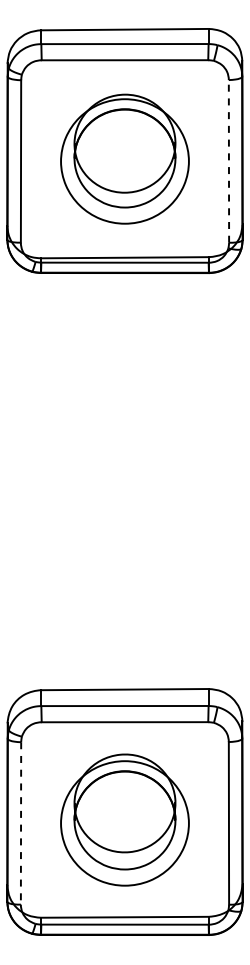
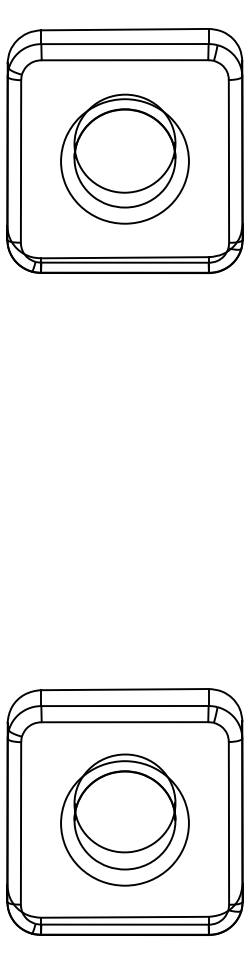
line at (228, 160): dashed -> solid
line at (21, 823): dashed -> solid
